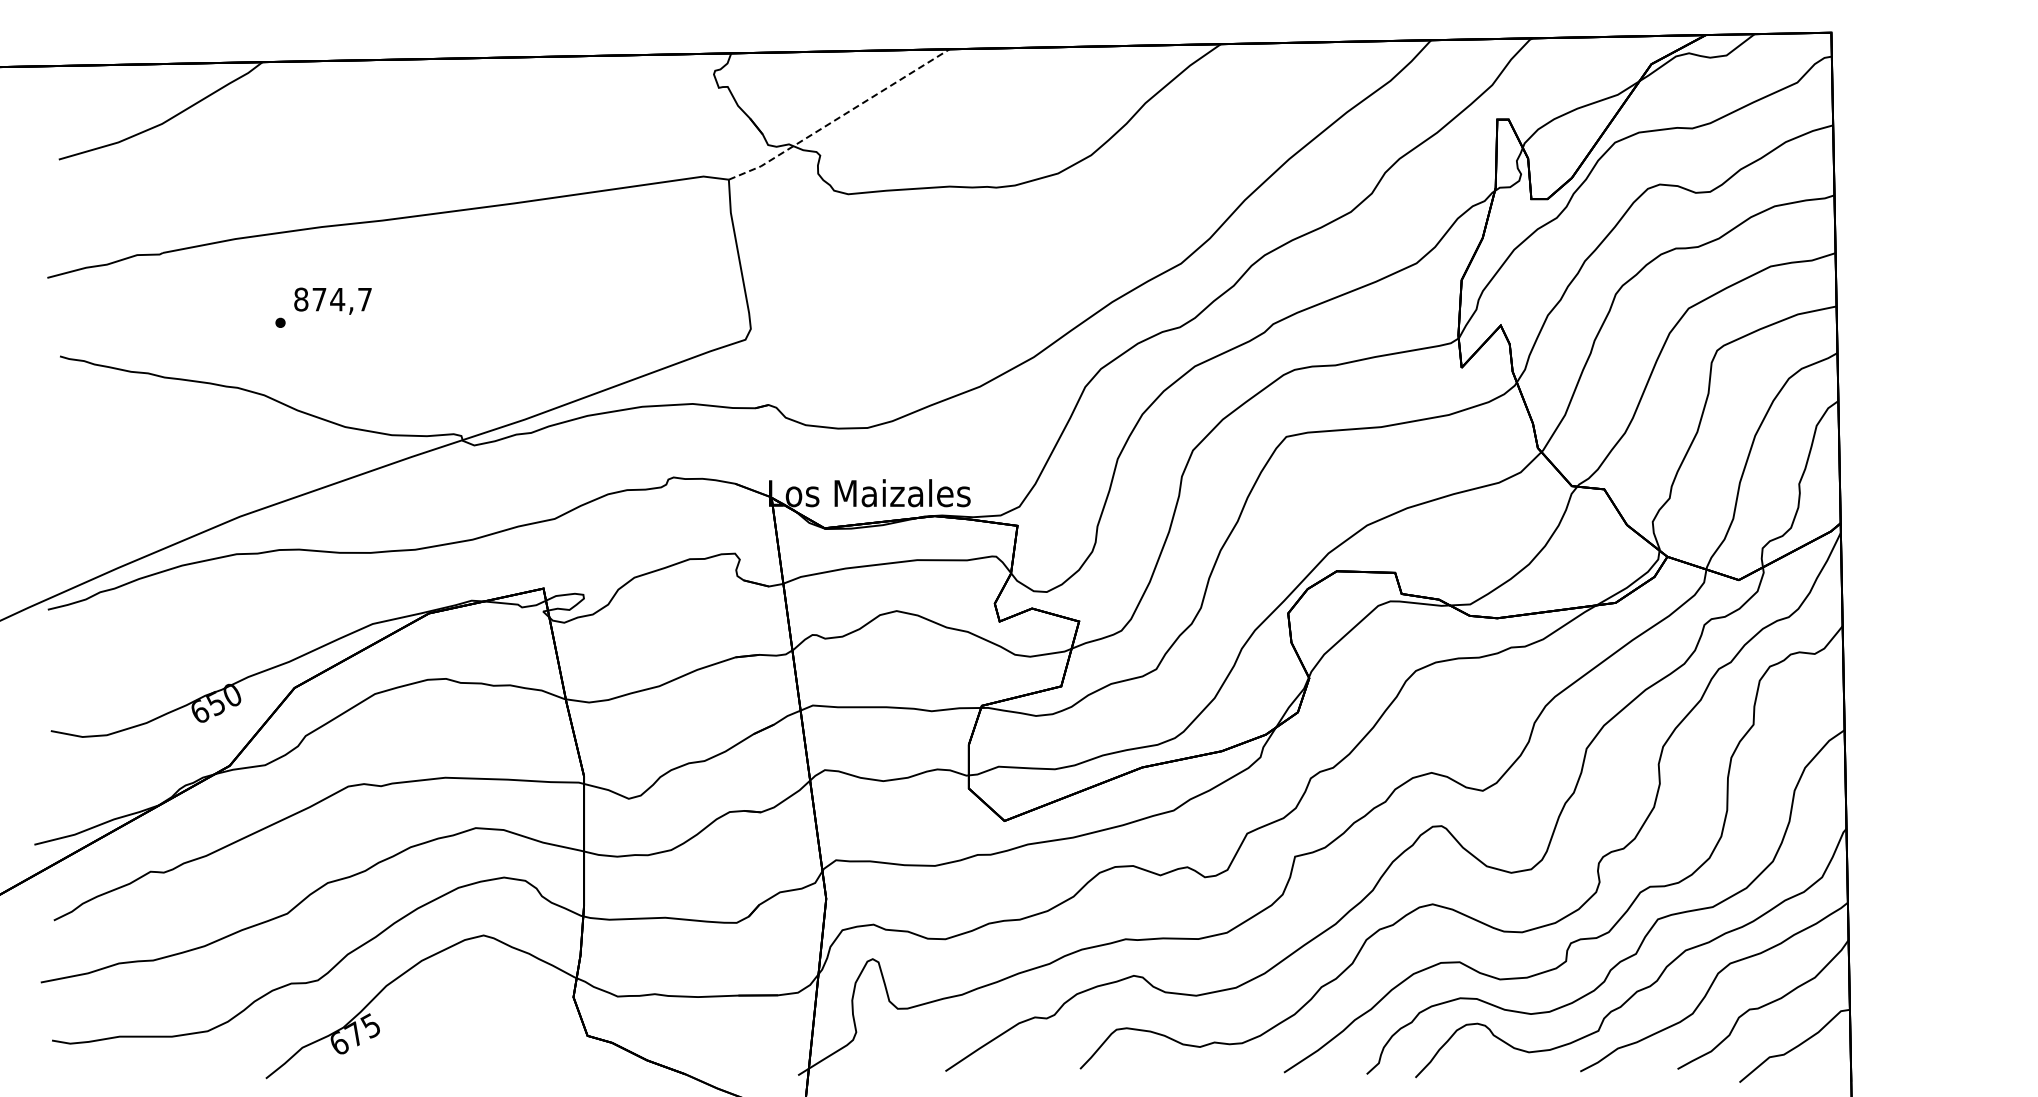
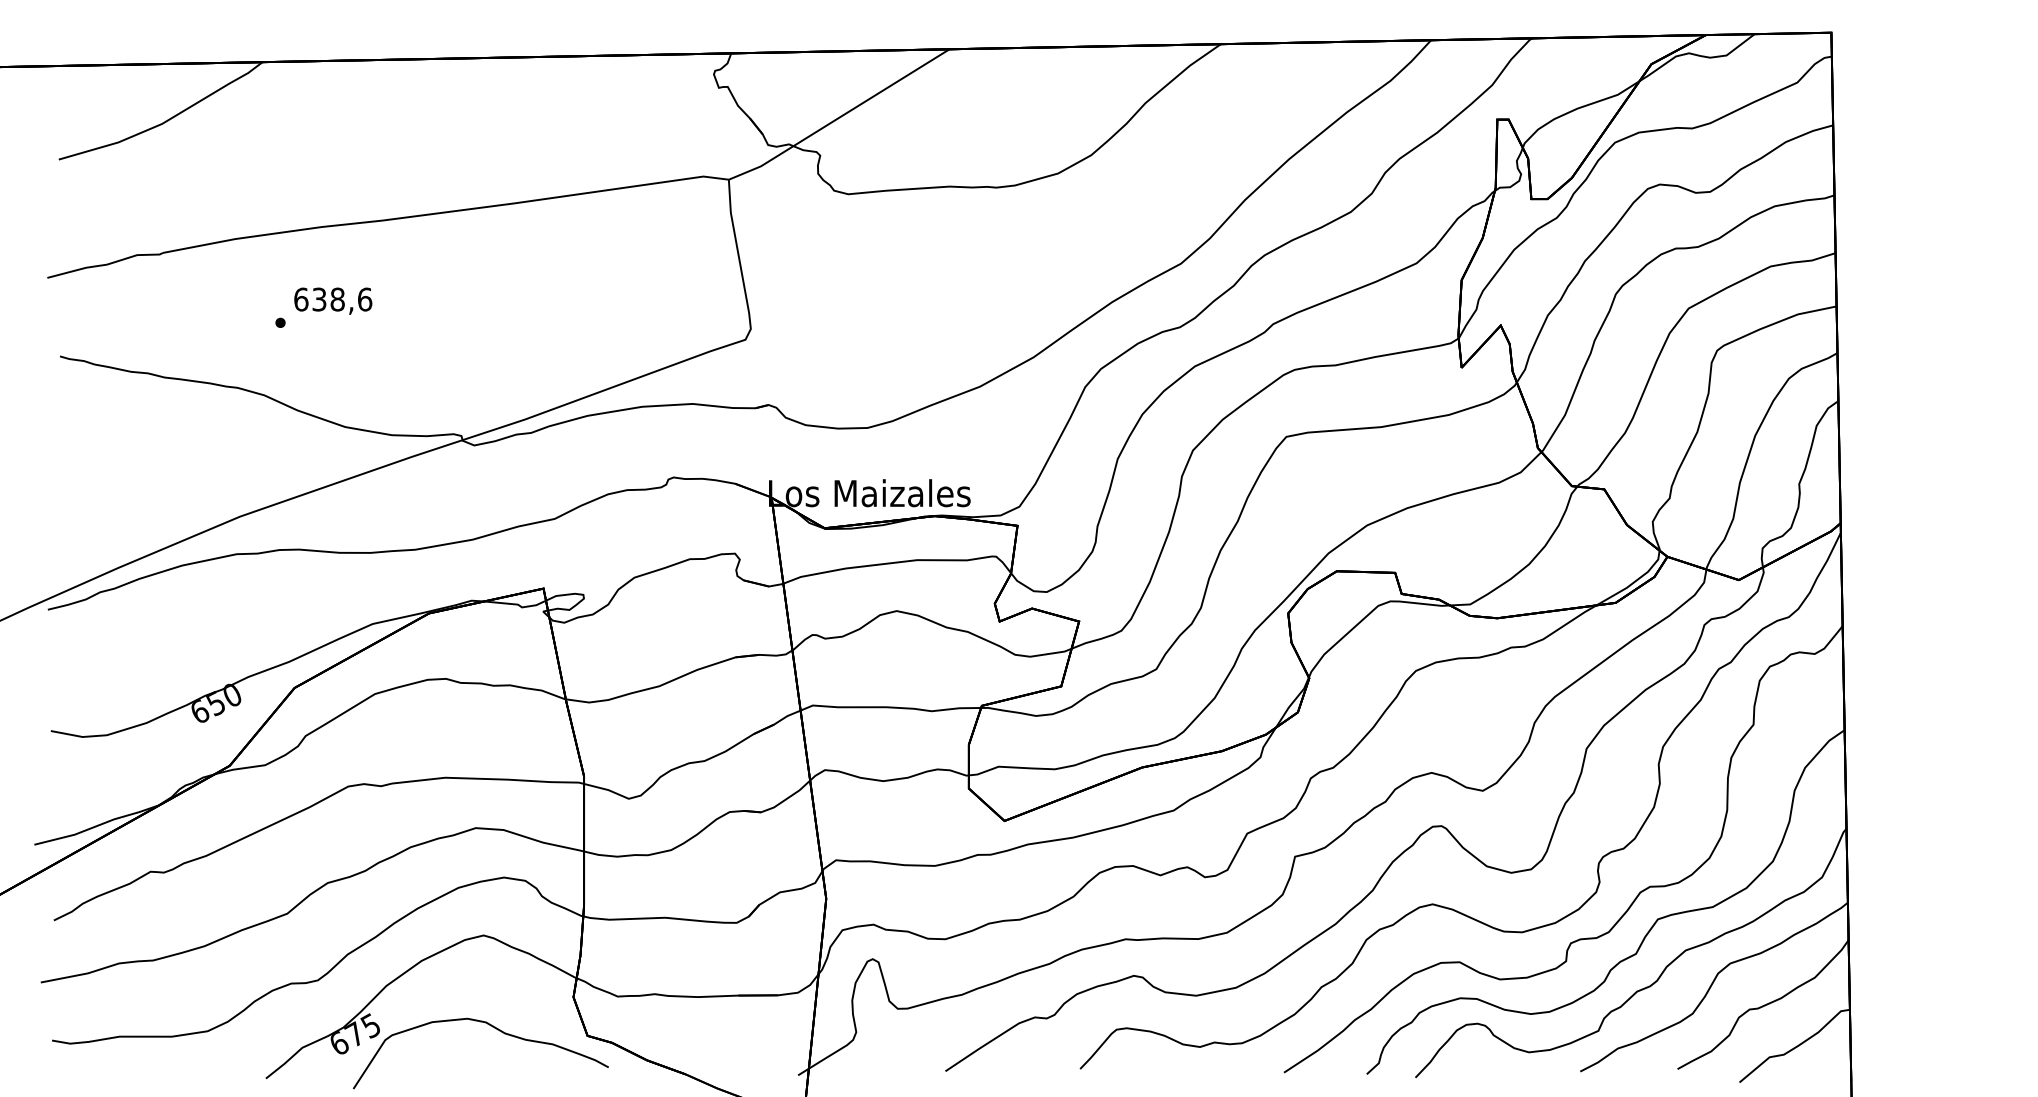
line at (840, 117): dashed -> solid
text at (333, 299): 874,7 -> 638,6
curve at (497, 1030): none -> present
